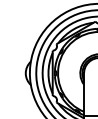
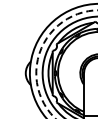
arc at (40, 50): solid -> dashed
